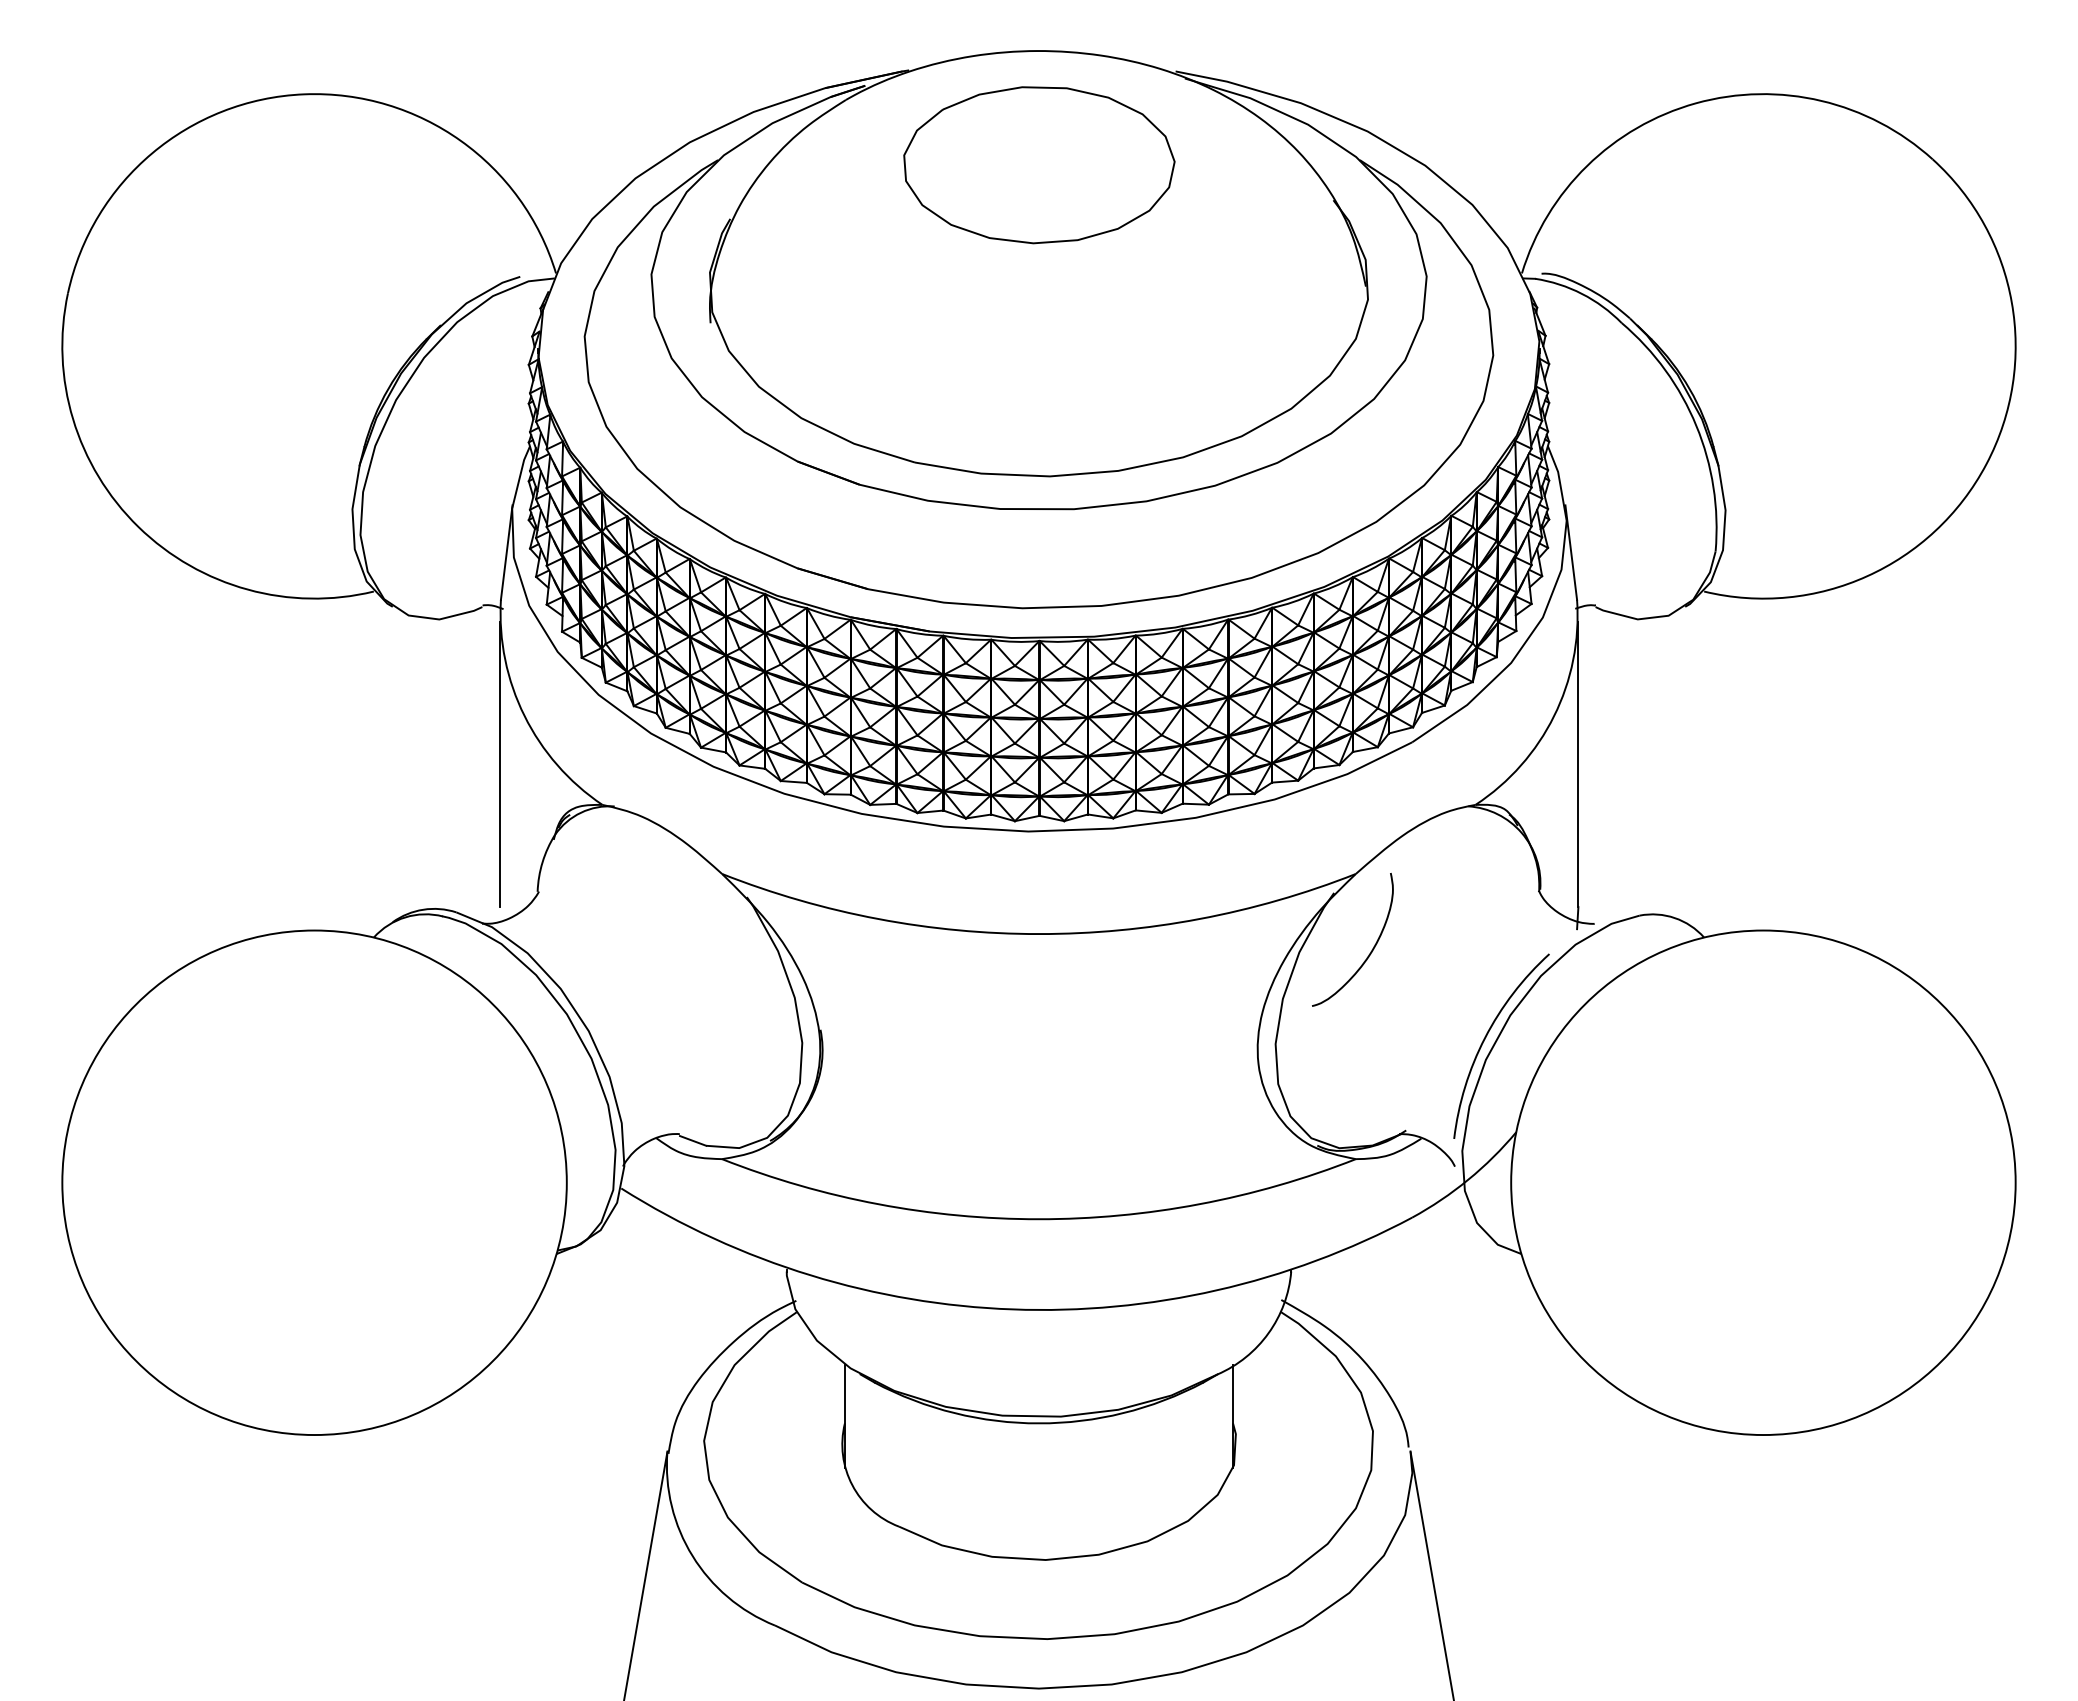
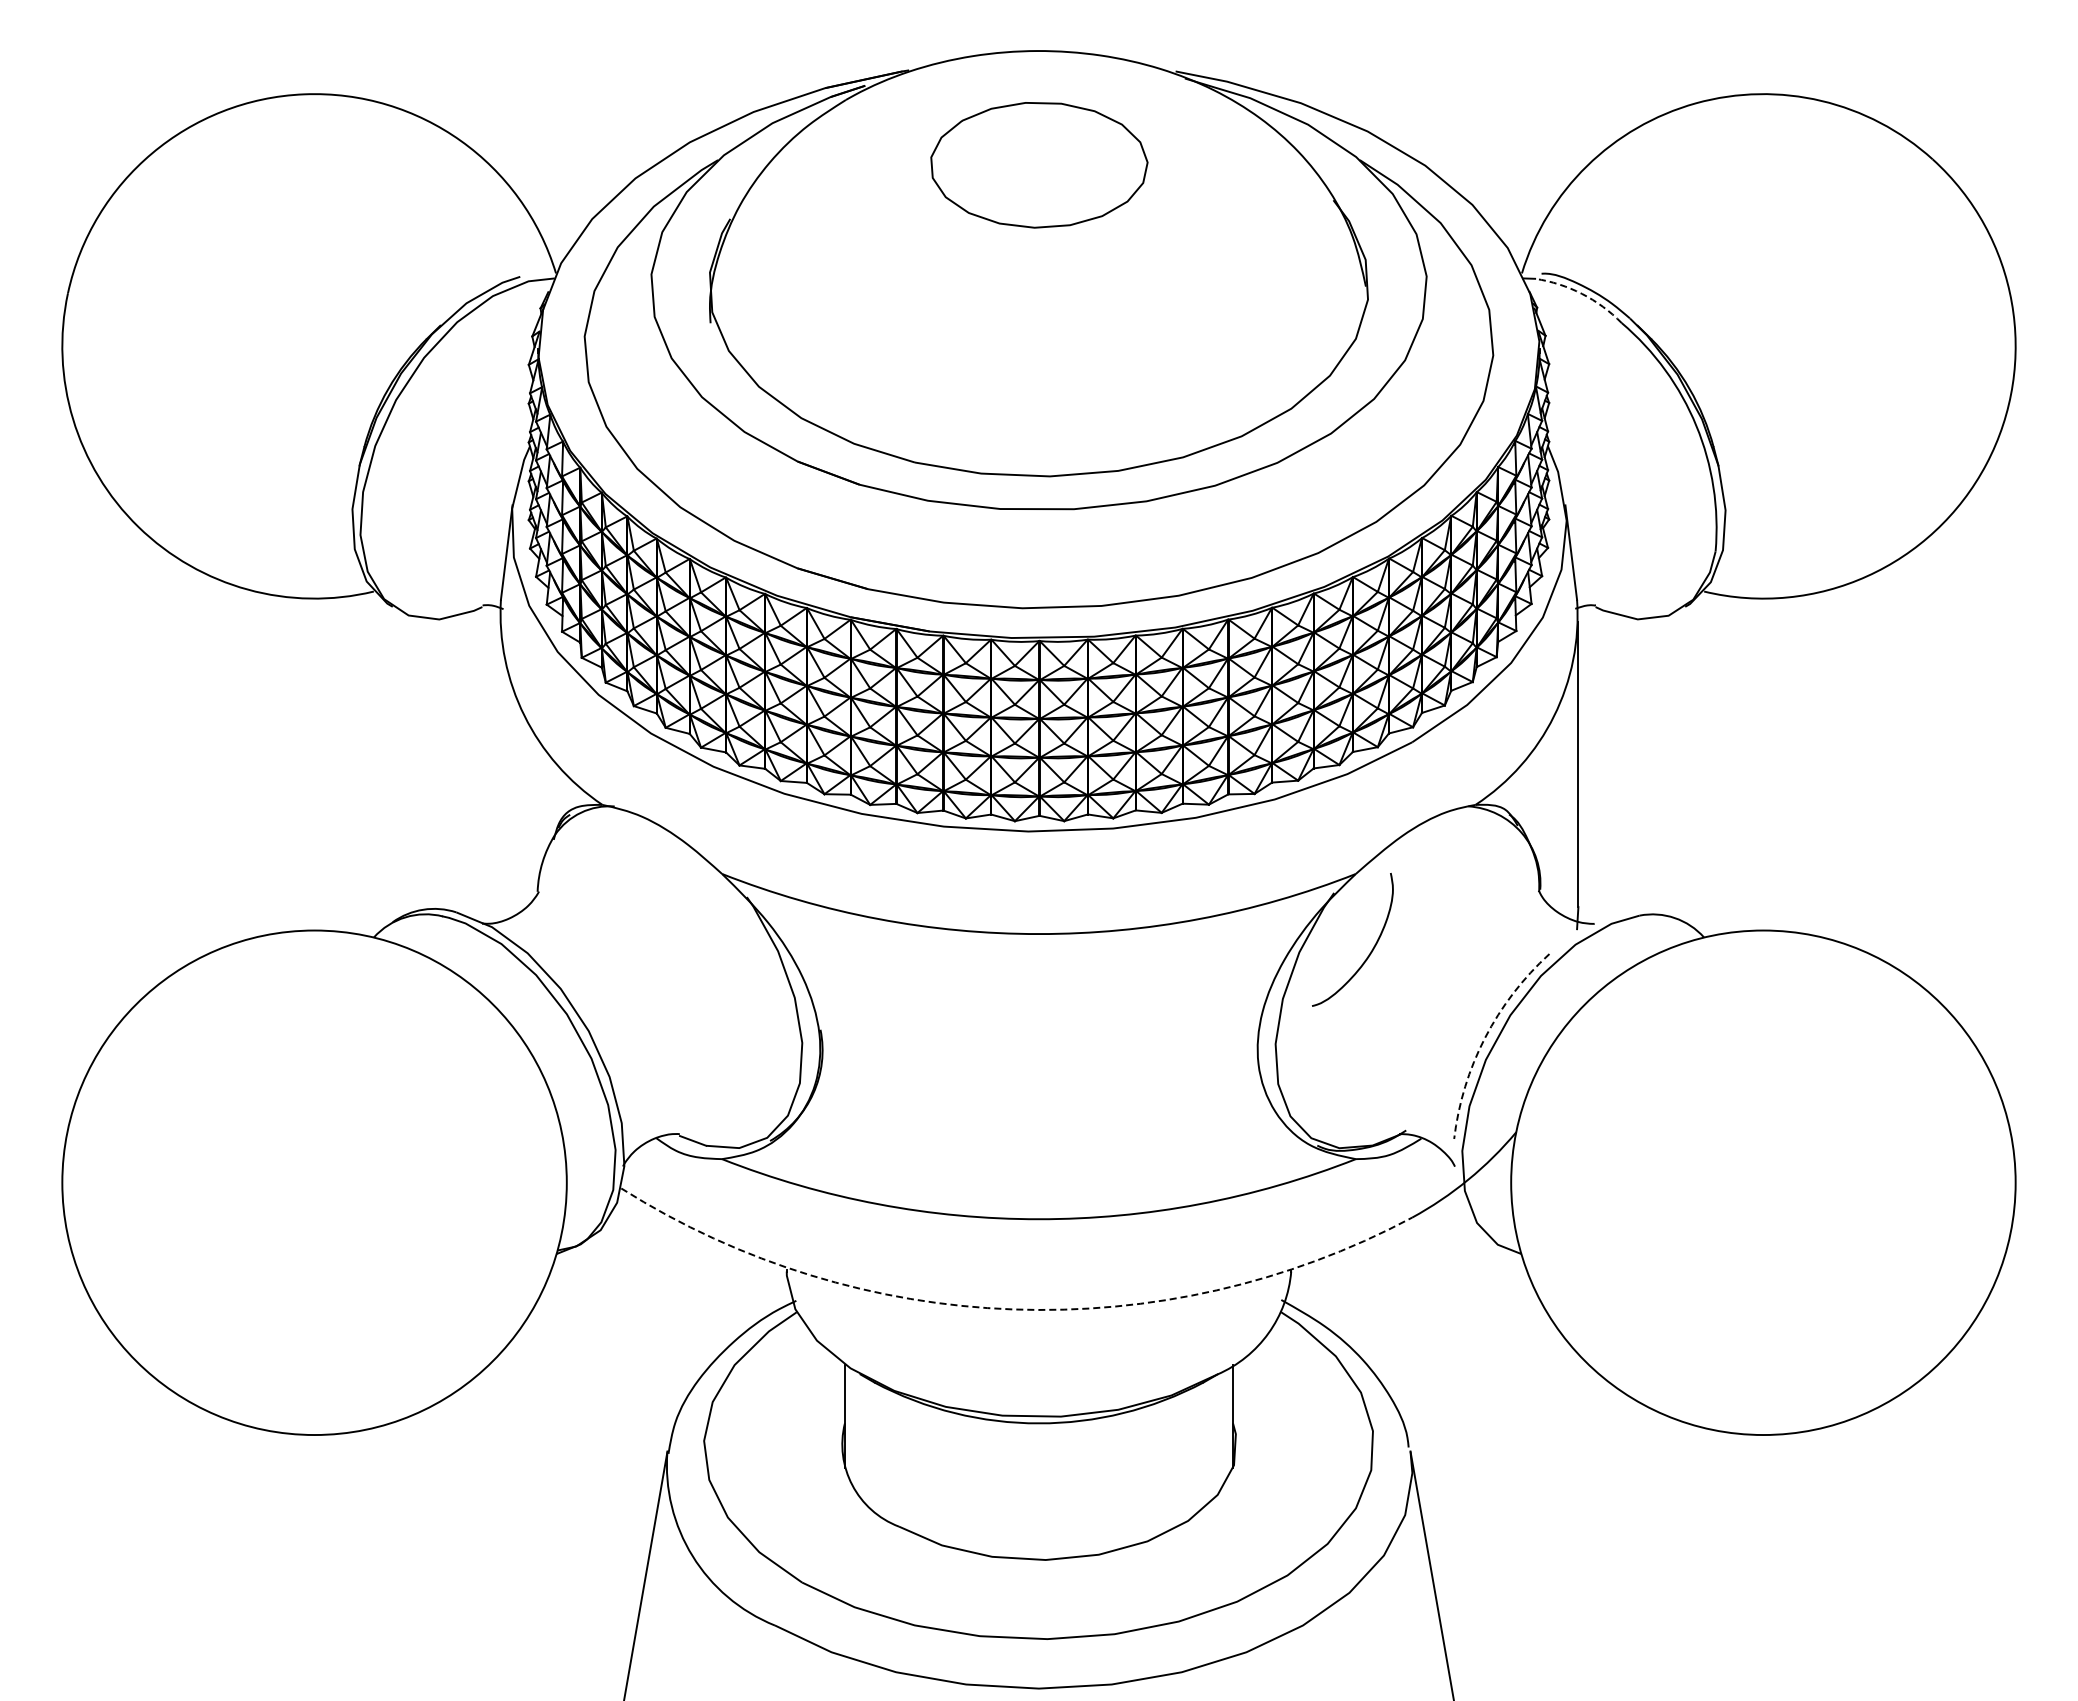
part at (1039, 165) size: 273x159 px -> 219x127 px
arc at (1582, 293): solid -> dashed
line at (499, 764): present -> none
arc at (1485, 1037): solid -> dashed
arc at (1012, 1309): solid -> dashed
